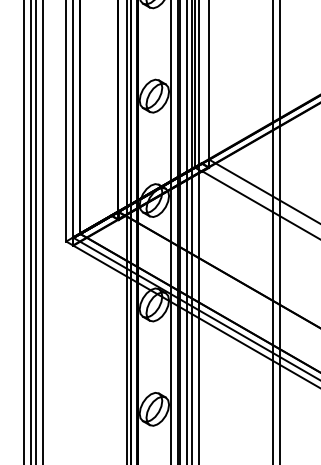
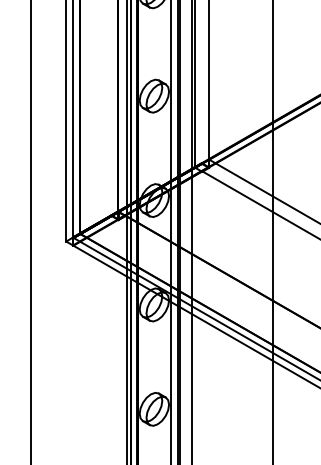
line at (24, 231): present -> none
line at (36, 231): present -> none
line at (42, 231): present -> none
line at (186, 231): present -> none
line at (198, 231): present -> none
line at (279, 231): present -> none
